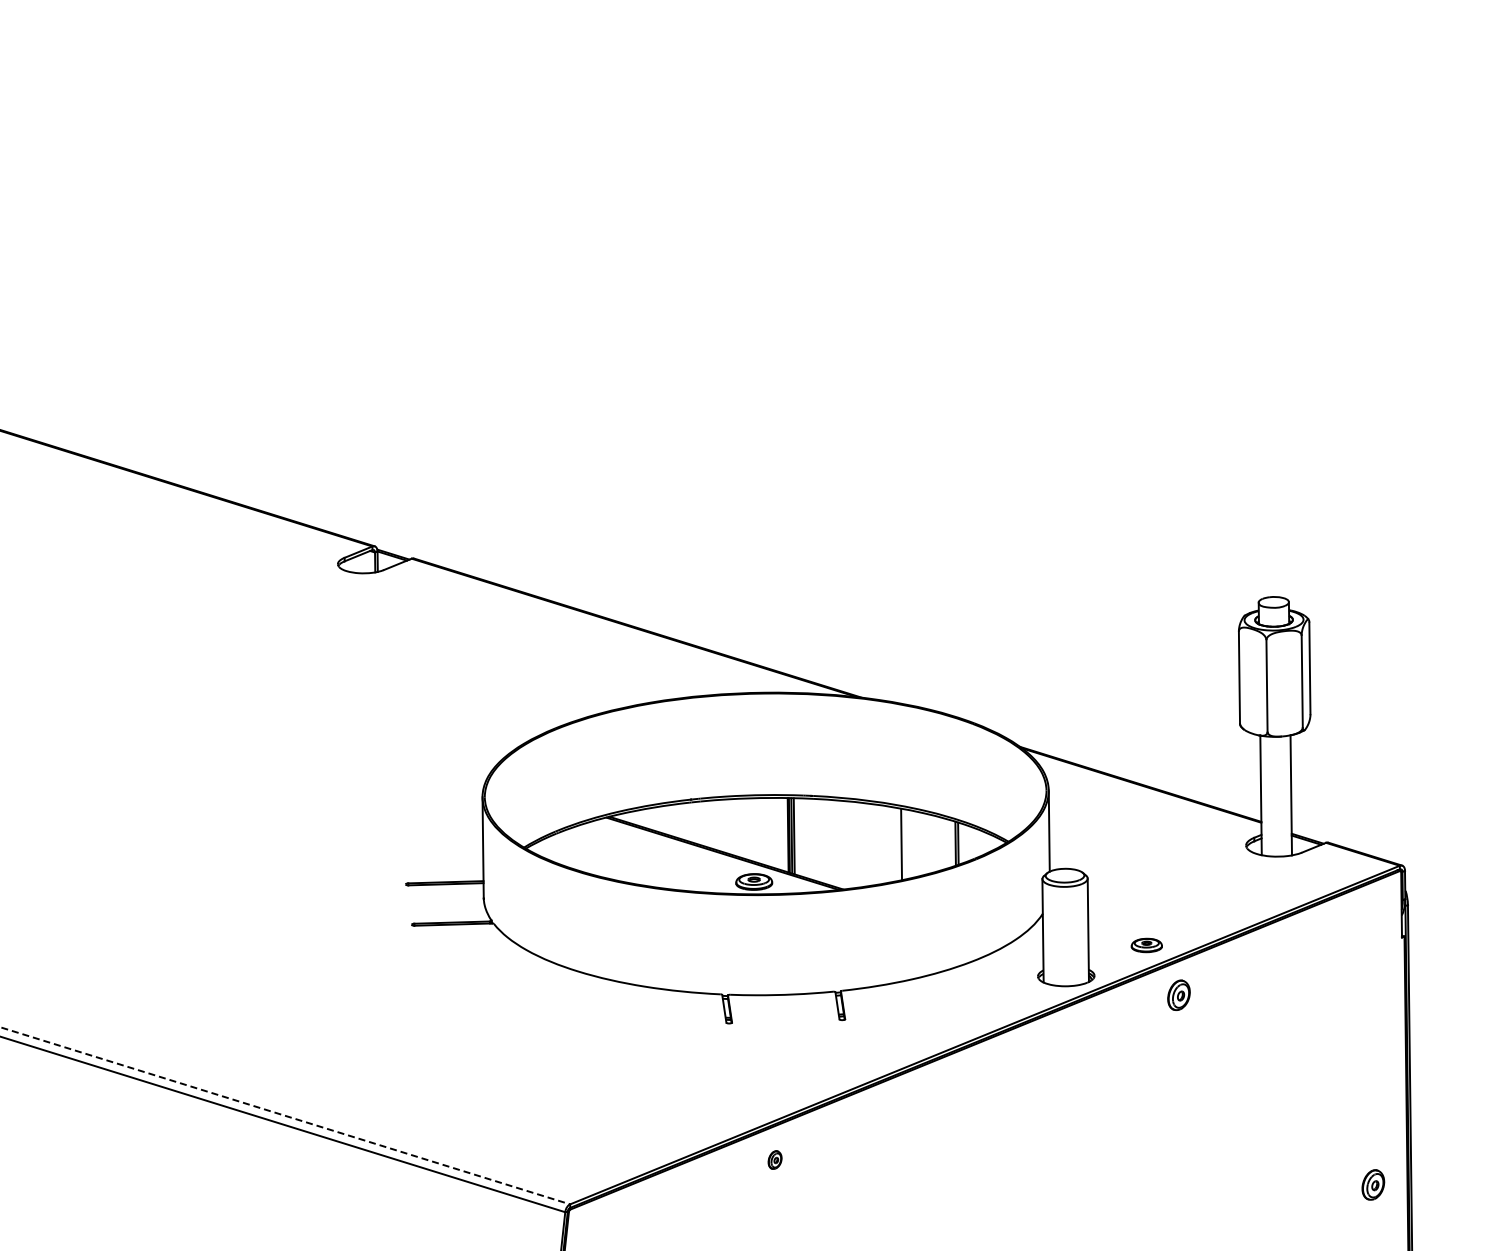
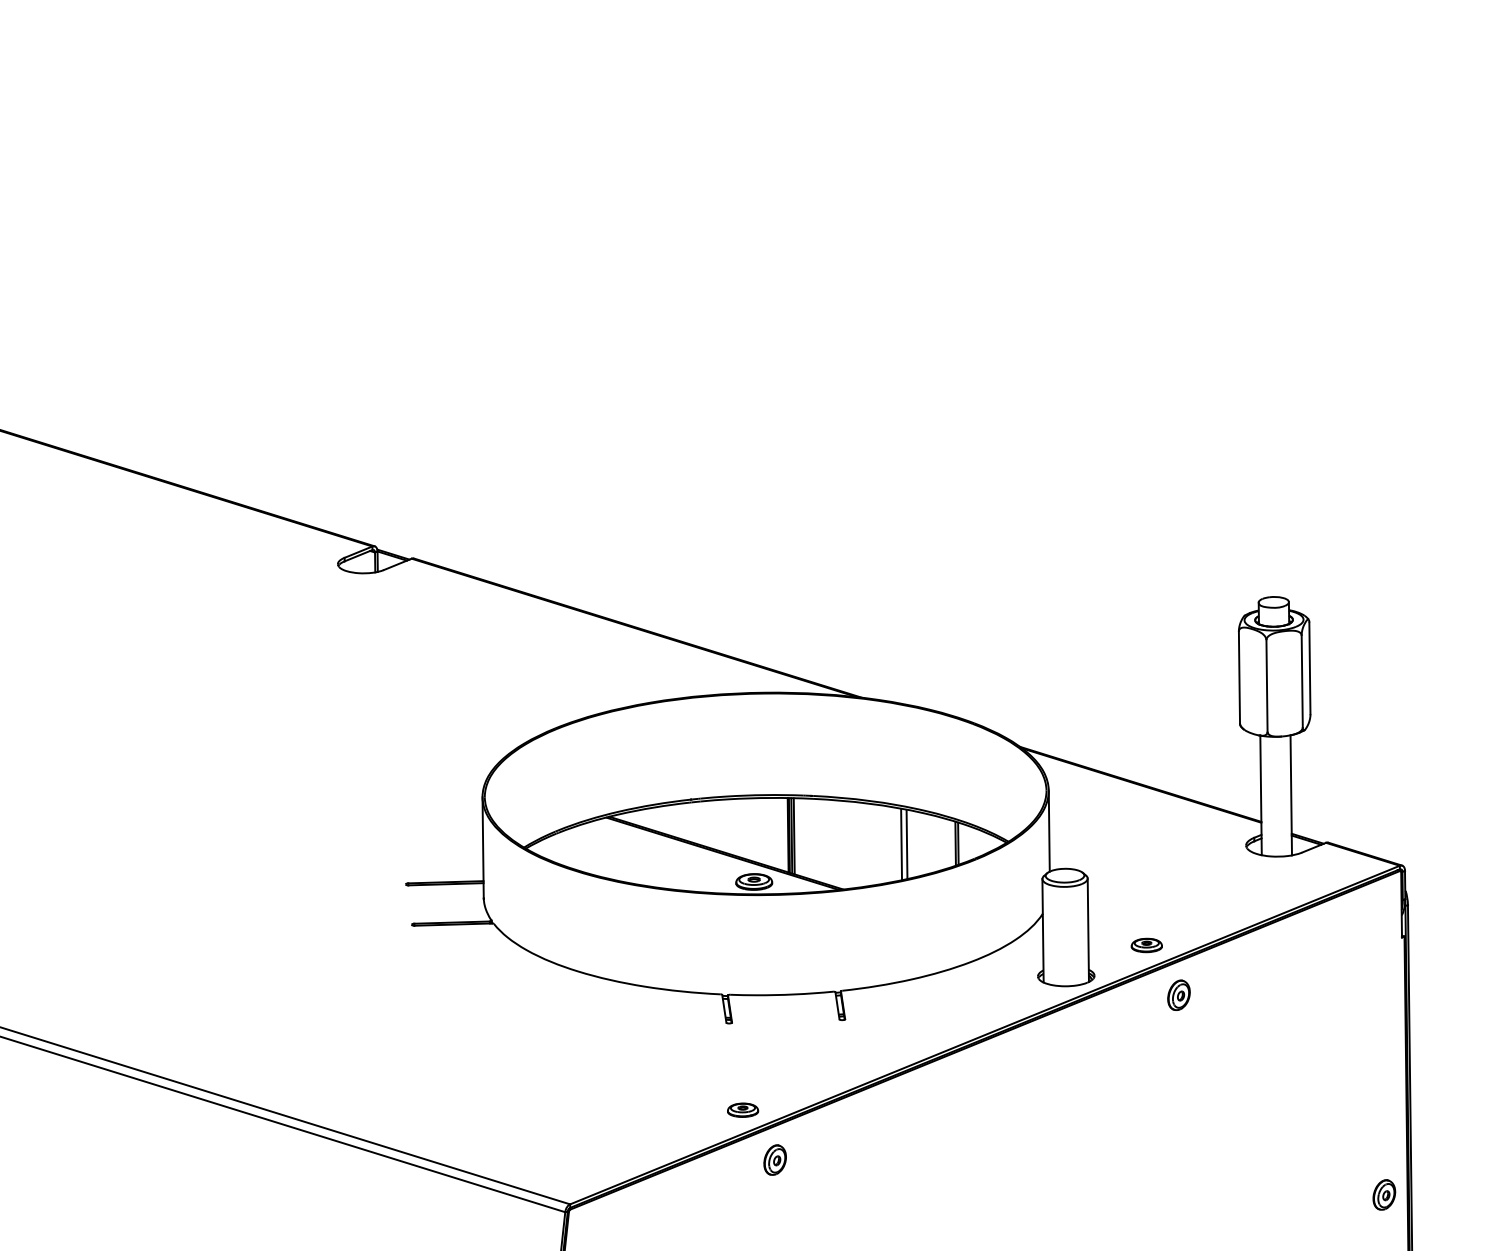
line at (906, 844): none -> present
part at (743, 1109): none -> present
line at (285, 1115): dashed -> solid
part at (774, 1159) size: 16x20 px -> 24x32 px
part at (1373, 1184) position: (1373, 1184) -> (1384, 1194)
